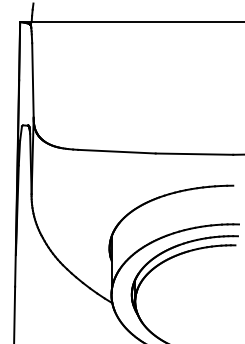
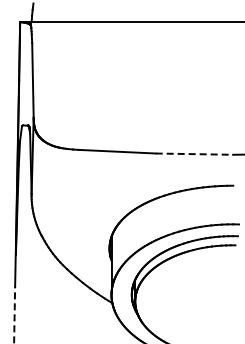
line at (194, 154): solid -> dashed
line at (14, 314): solid -> dashed
